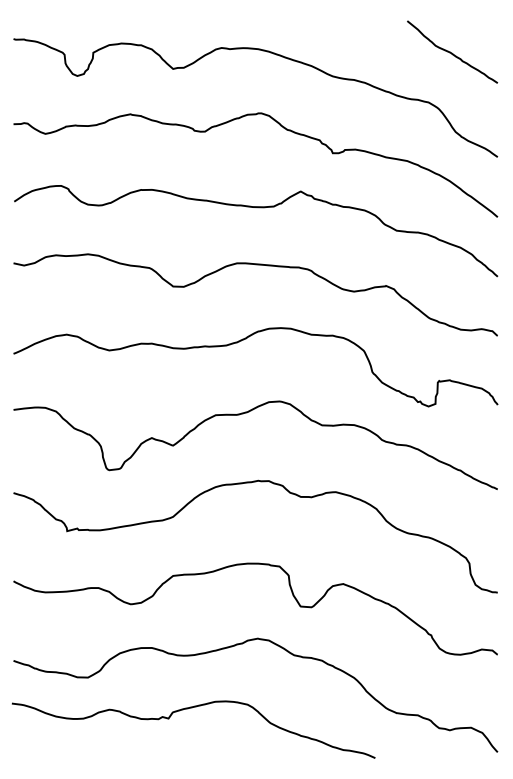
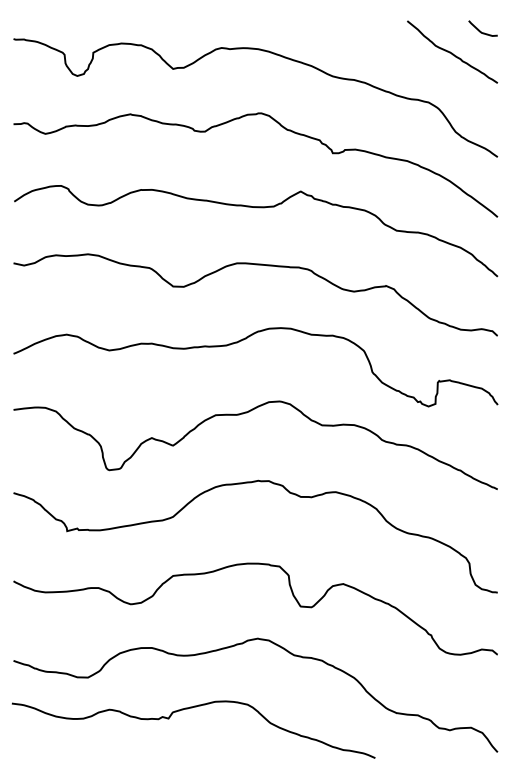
curve at (480, 30): none -> present
